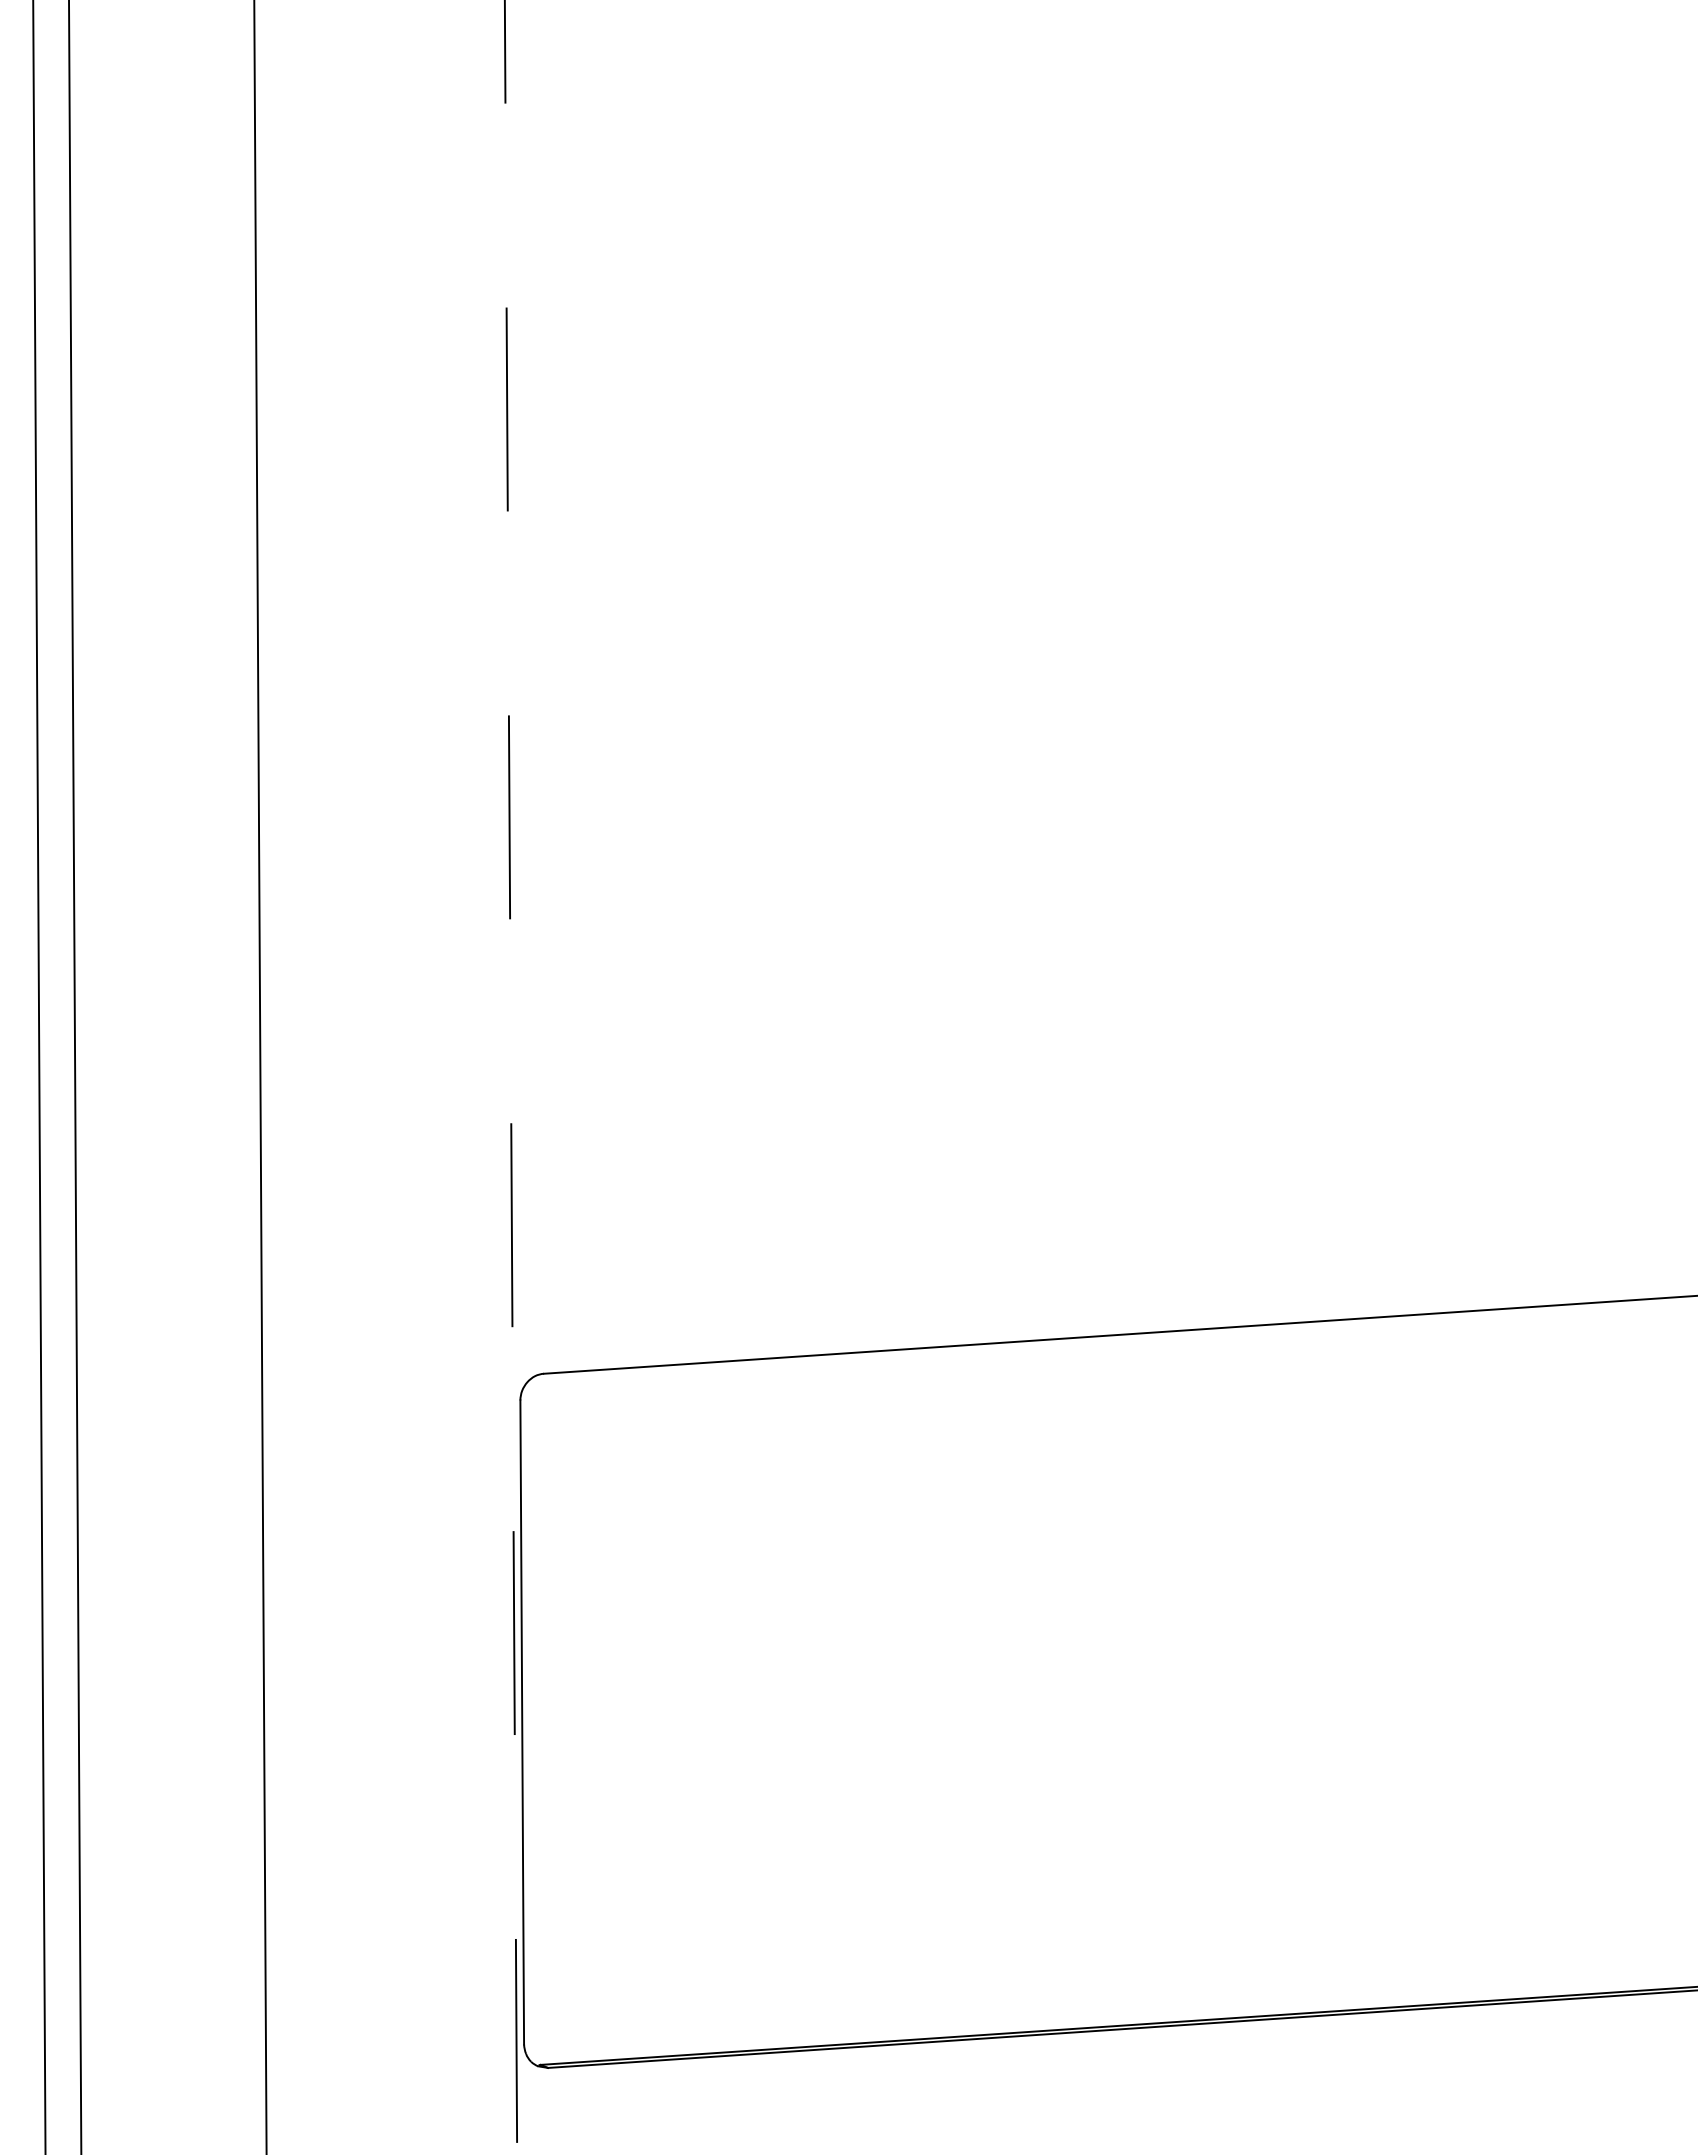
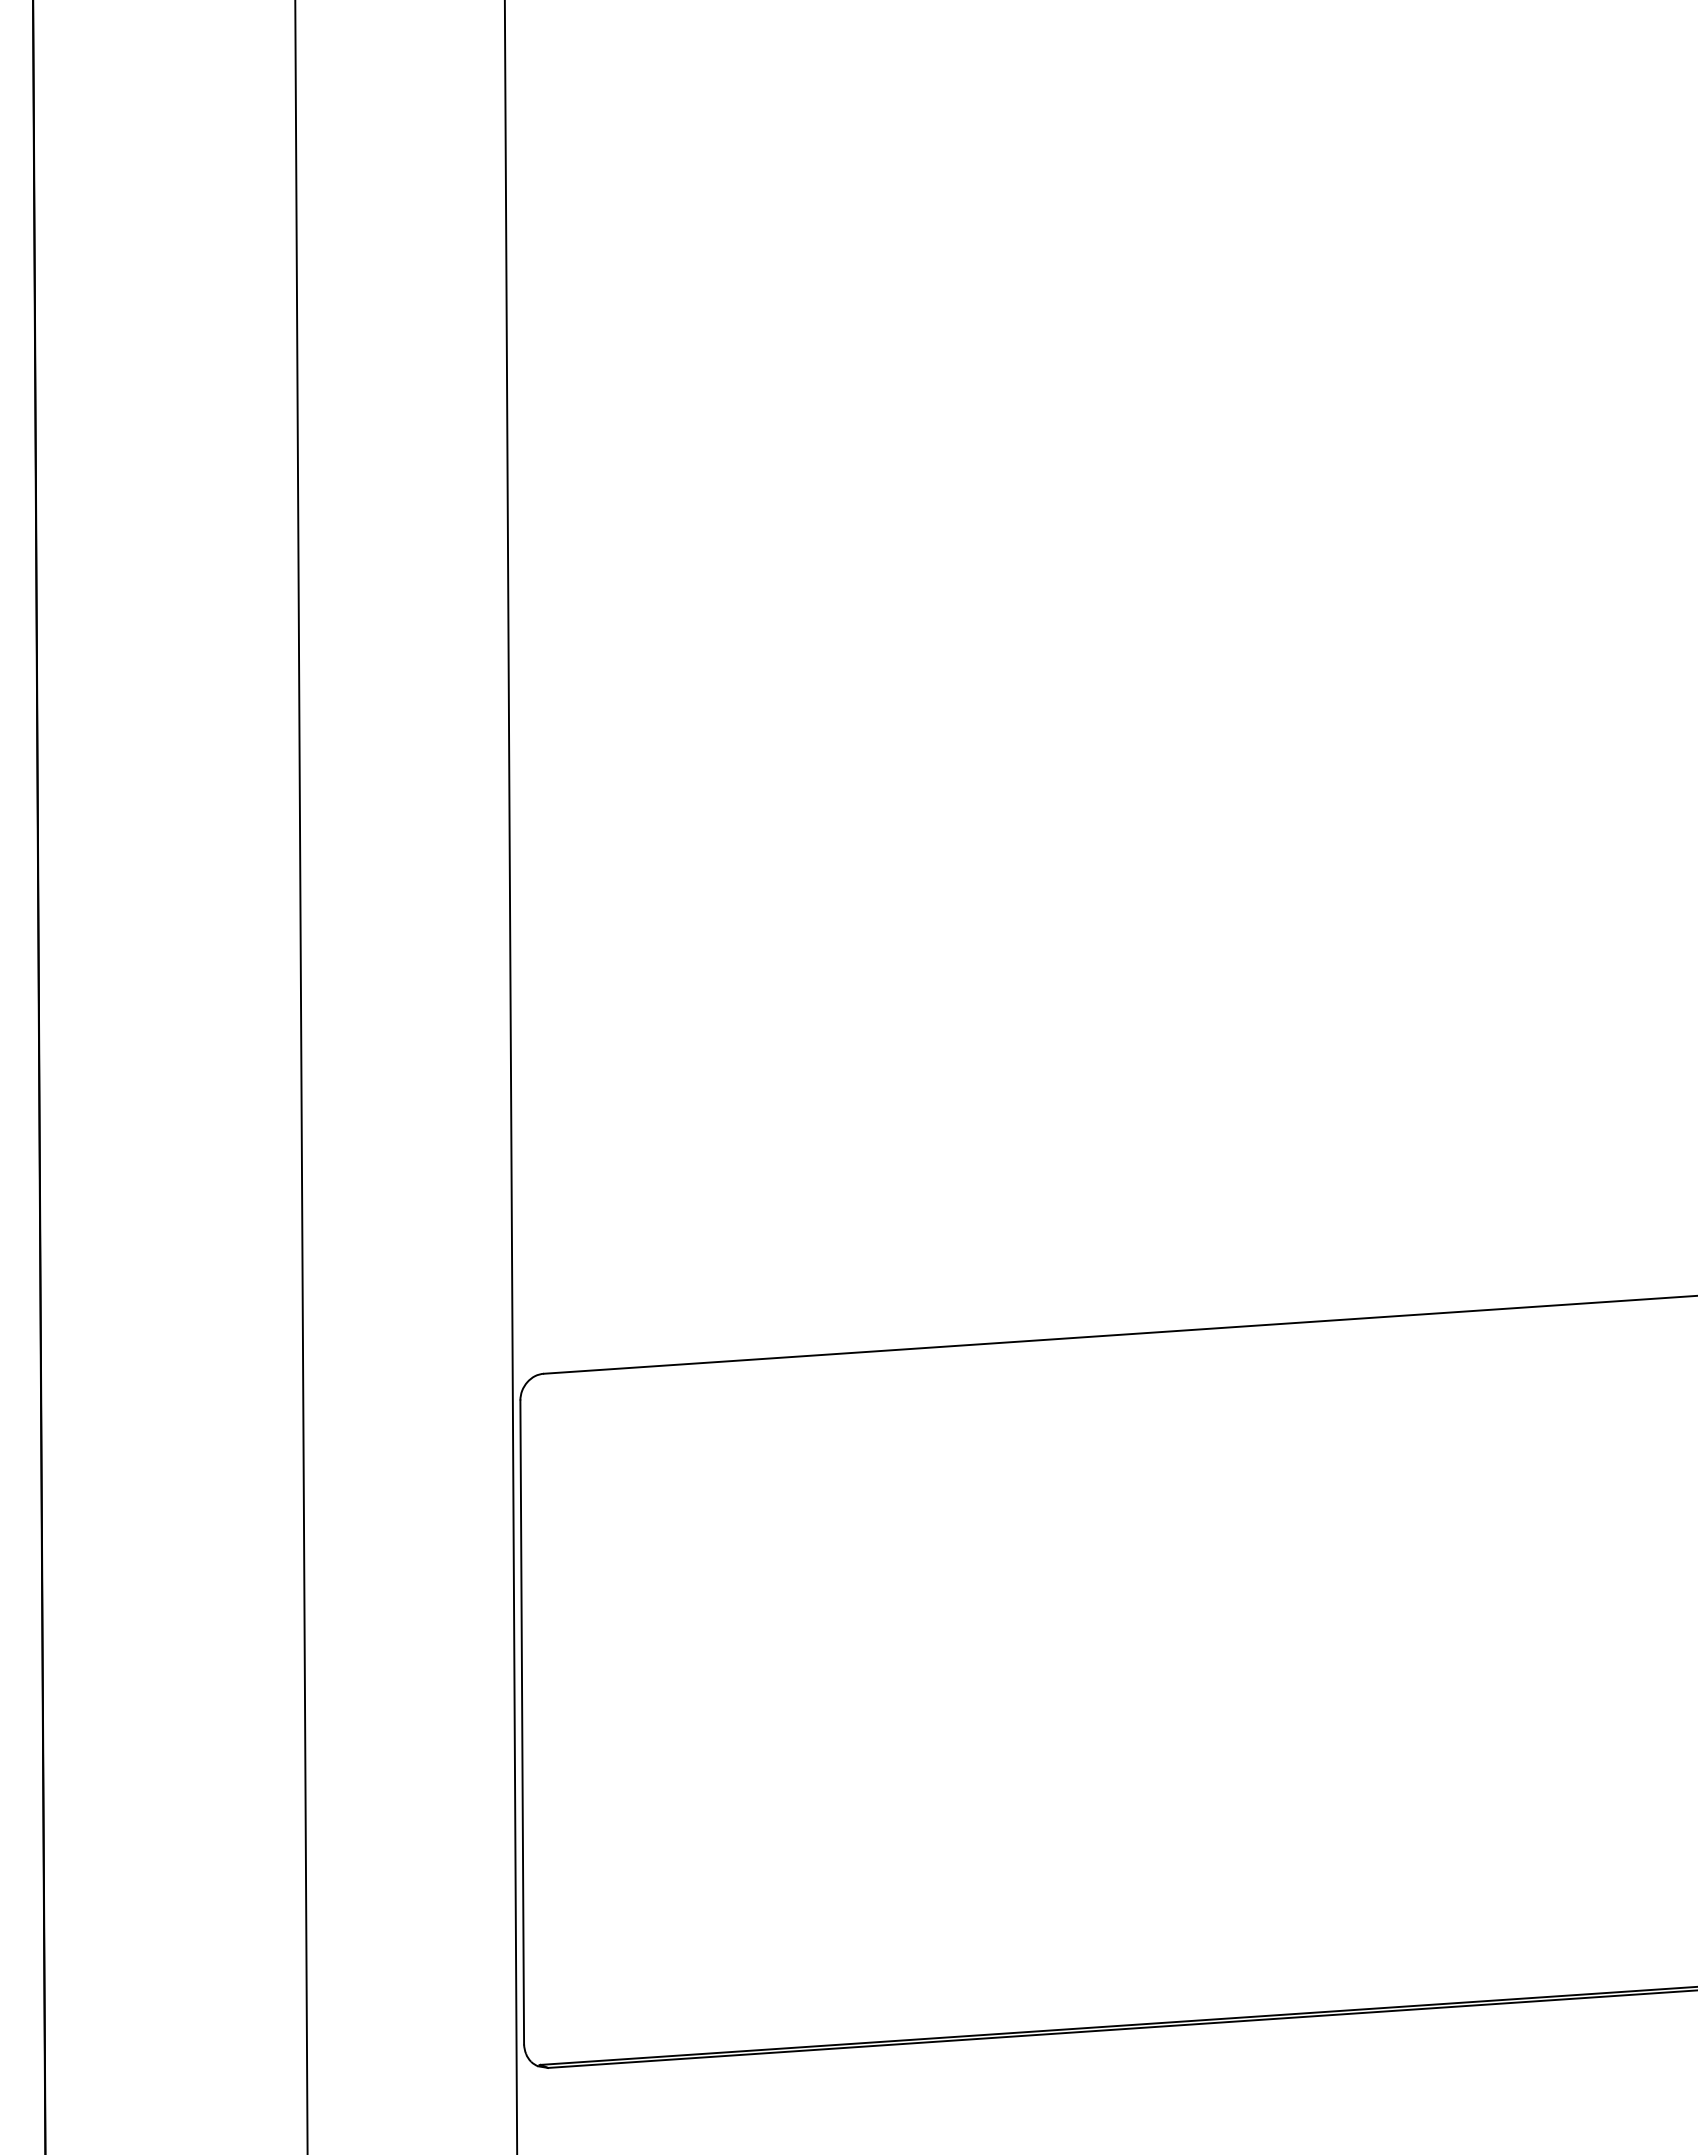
line at (75, 1076) position: (75, 1076) -> (39, 1076)
line at (260, 1076) position: (260, 1076) -> (301, 1076)
line at (511, 1077): dashed -> solid
